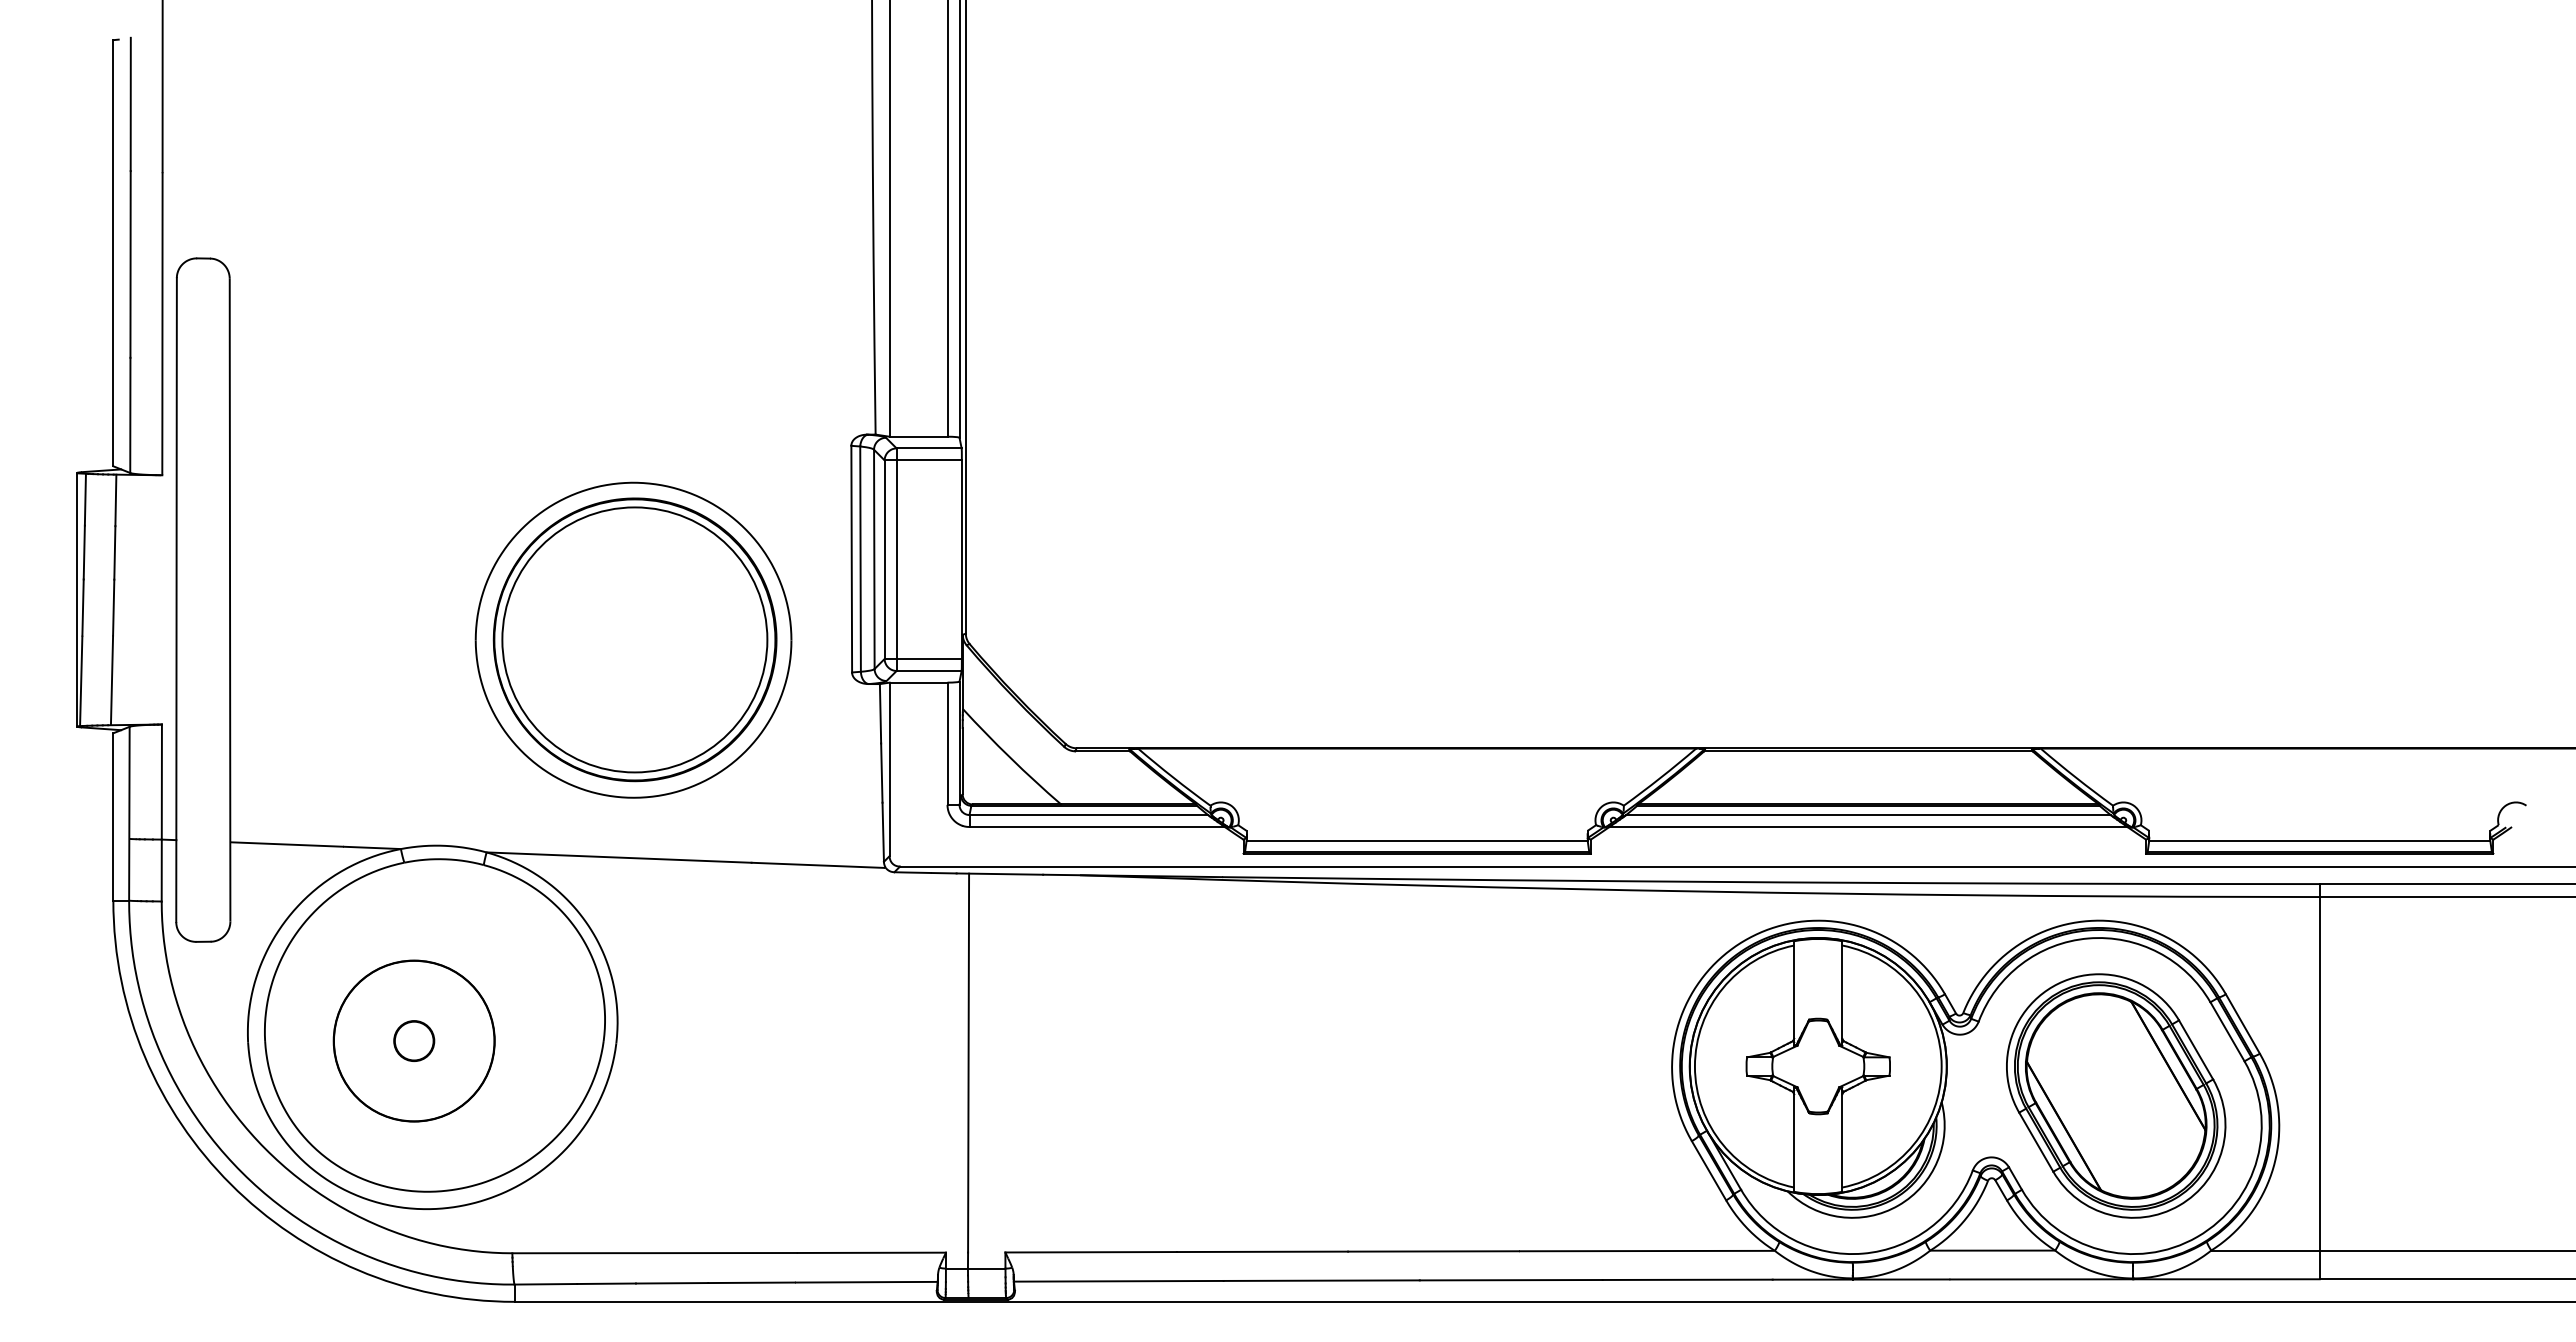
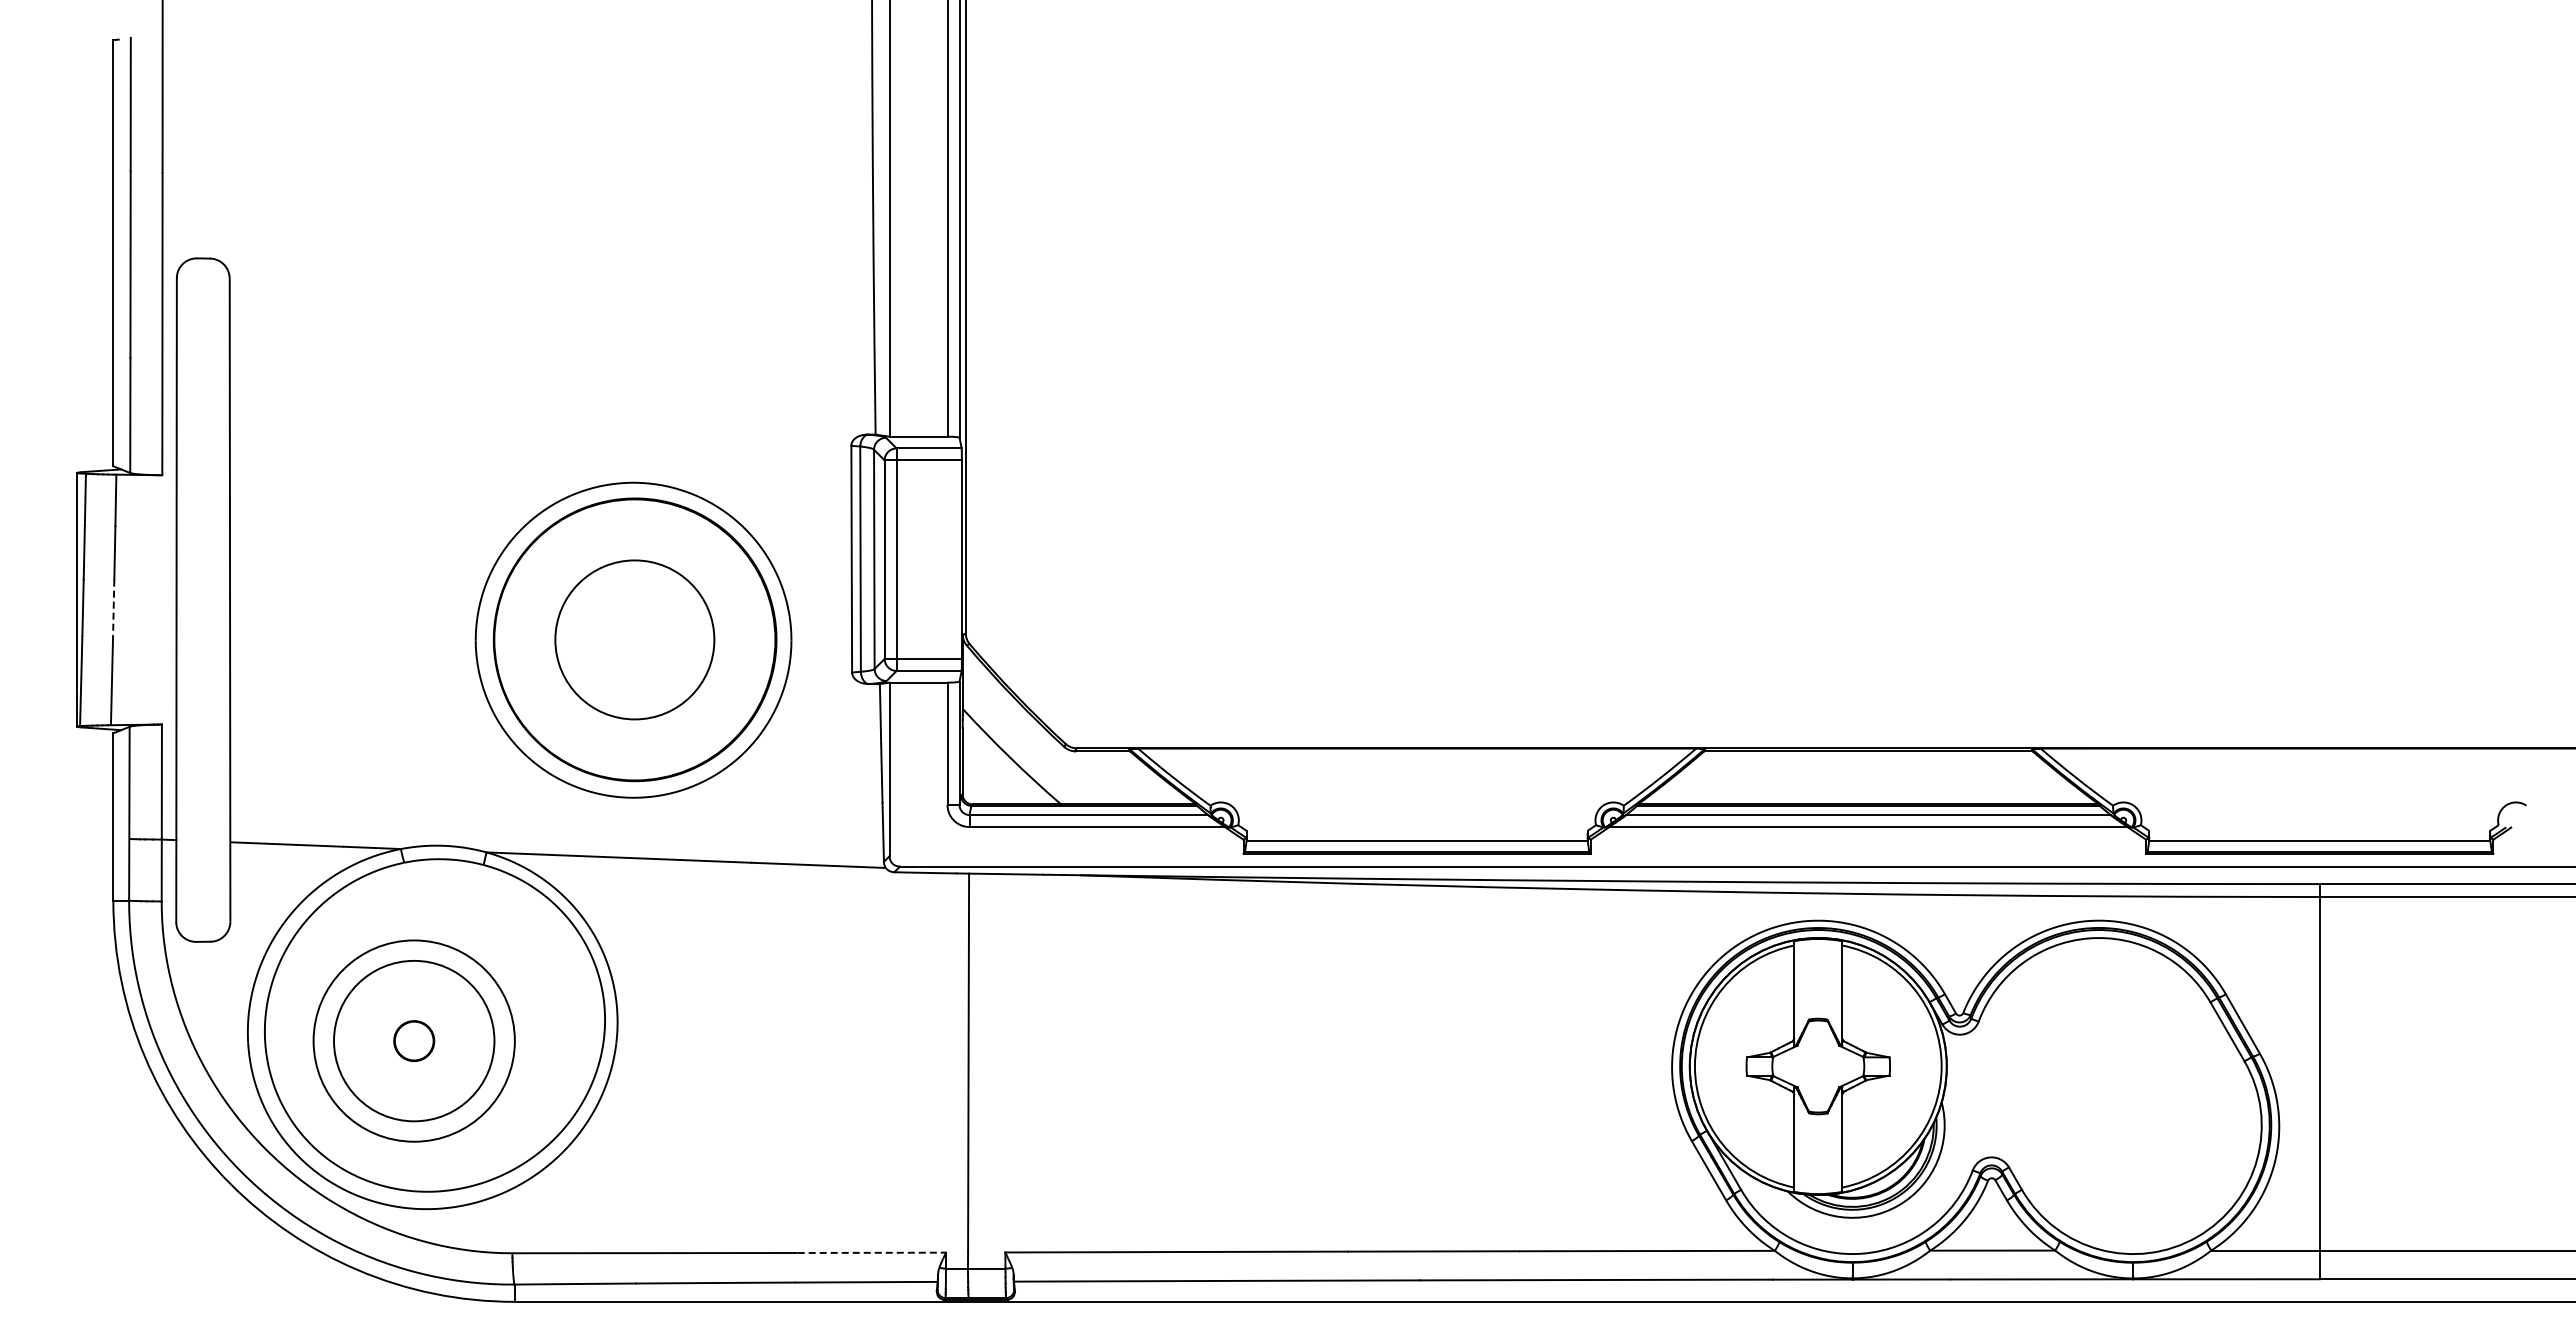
line at (113, 607): solid -> dashed
circle at (634, 639) diameter: 265 px -> 159 px
circle at (413, 1040) diameter: 161 px -> 201 px
part at (2116, 1095): present -> none
line at (872, 1252): solid -> dashed
